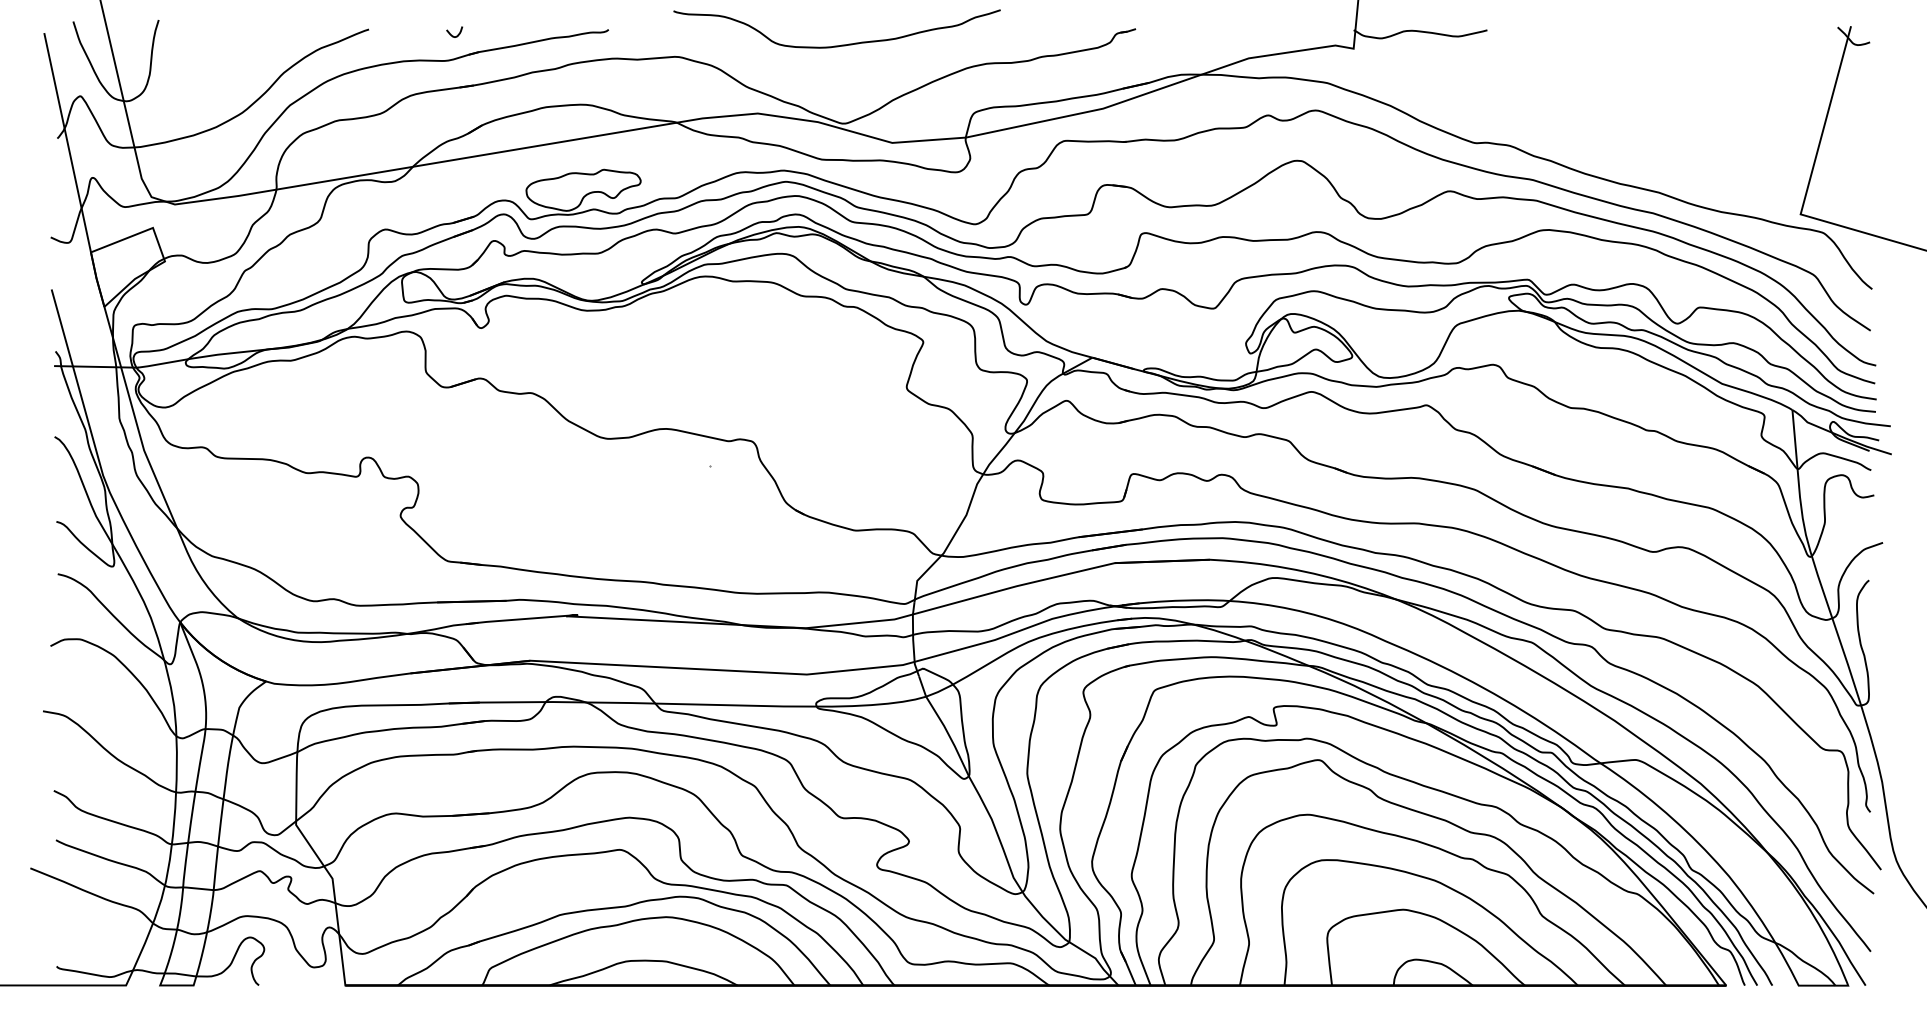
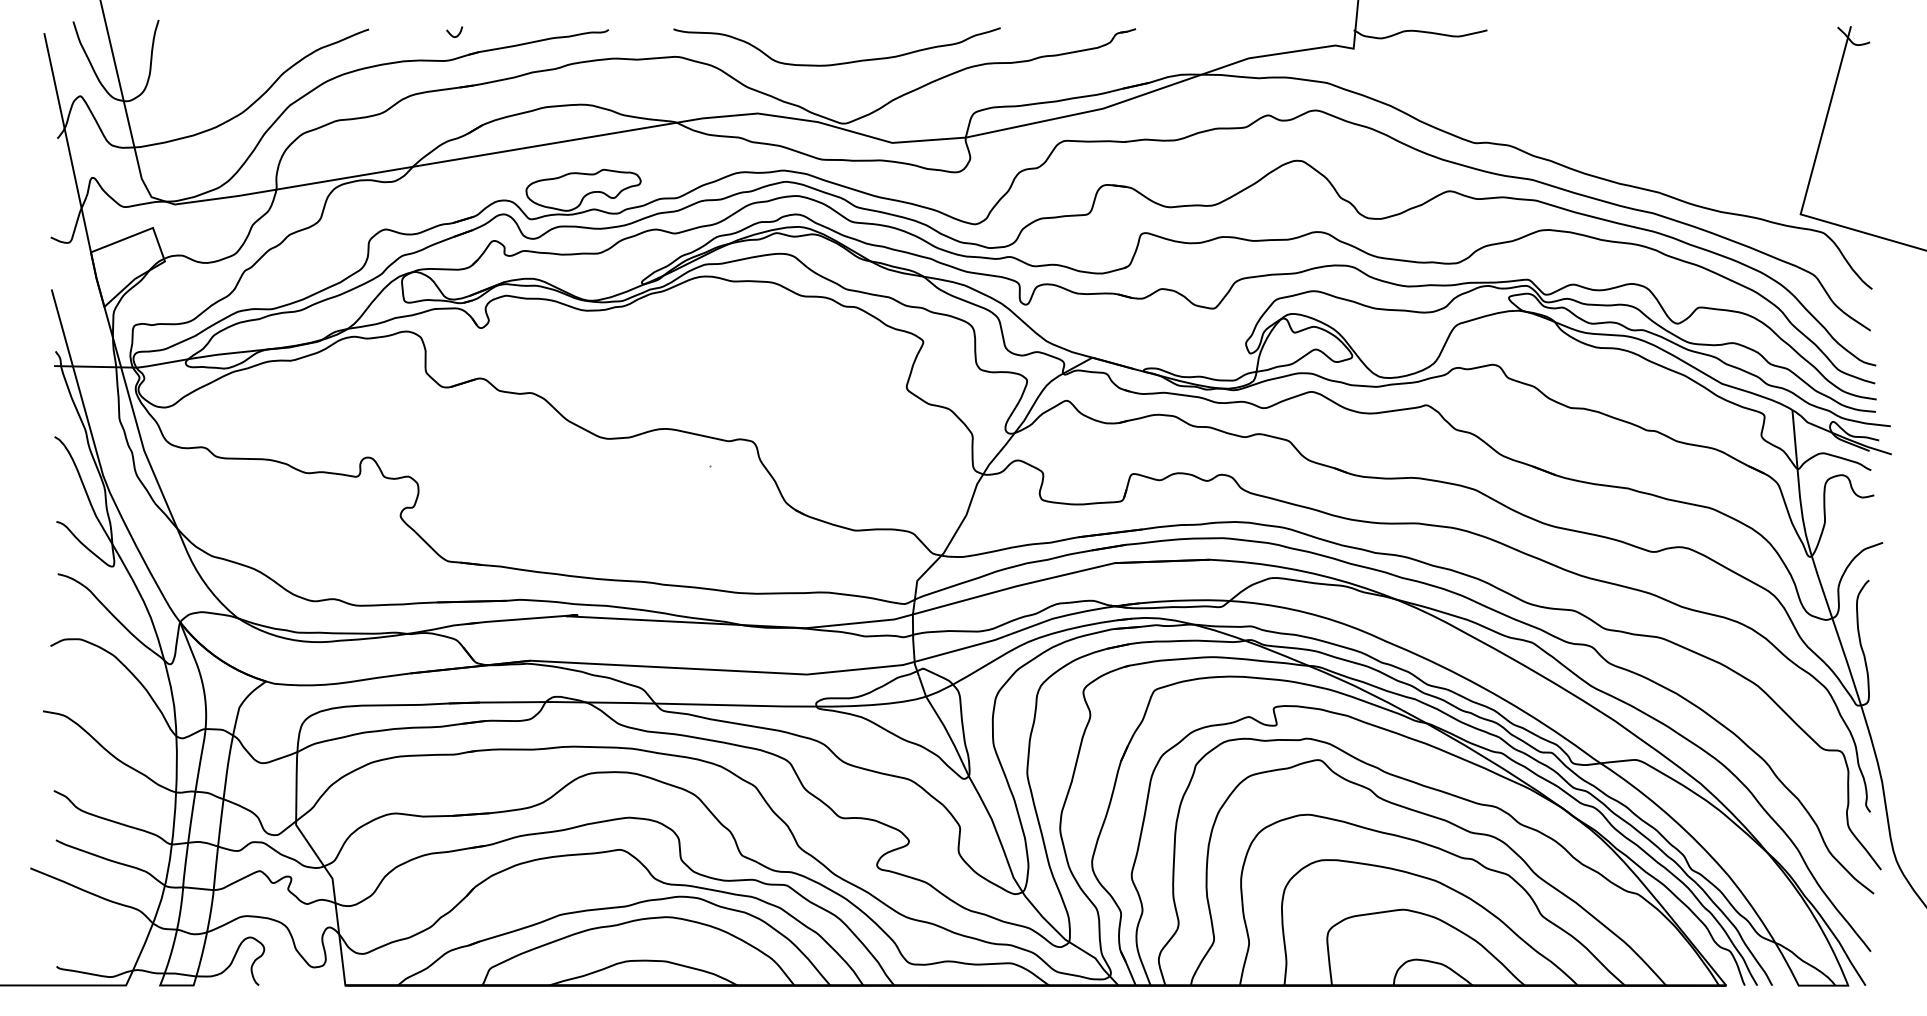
curve at (841, 44) position: (841, 44) -> (841, 62)
